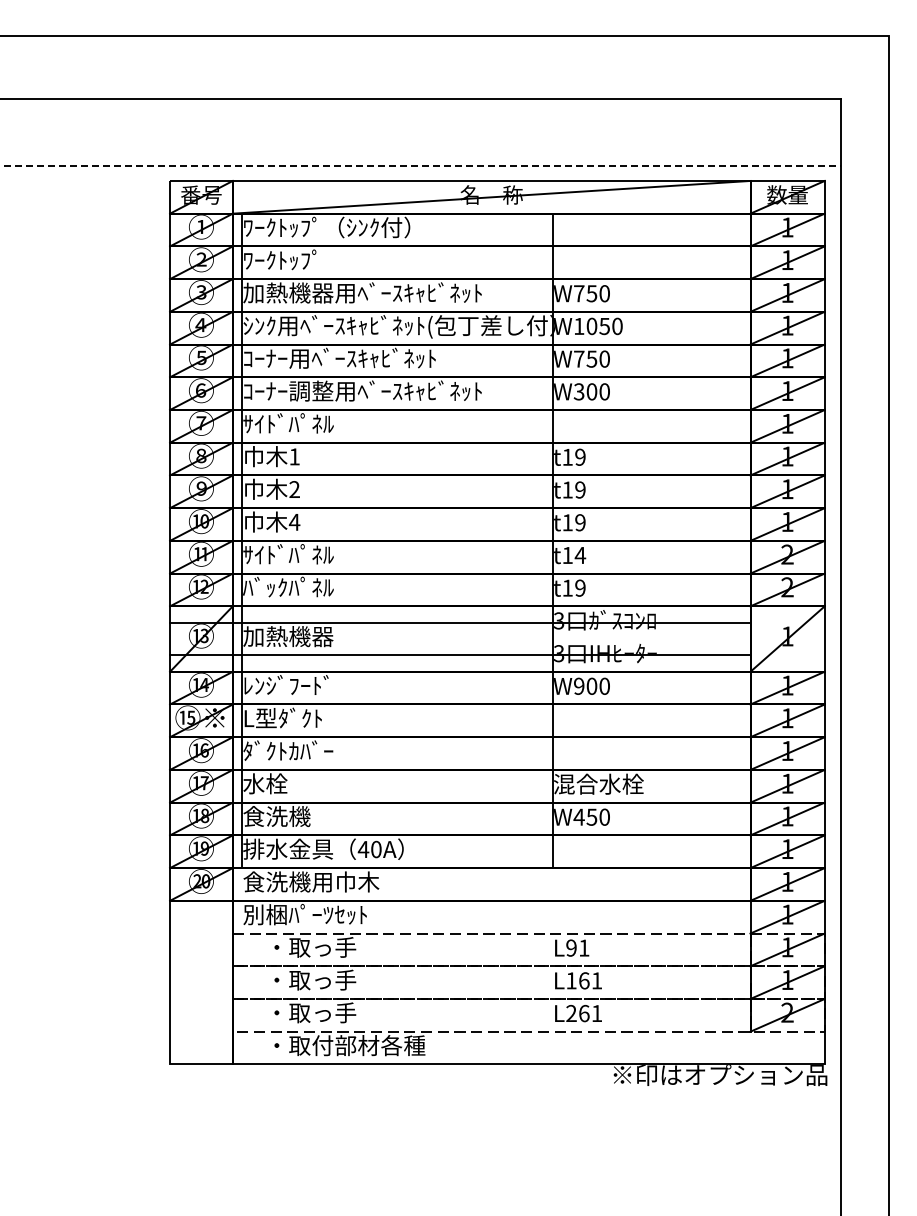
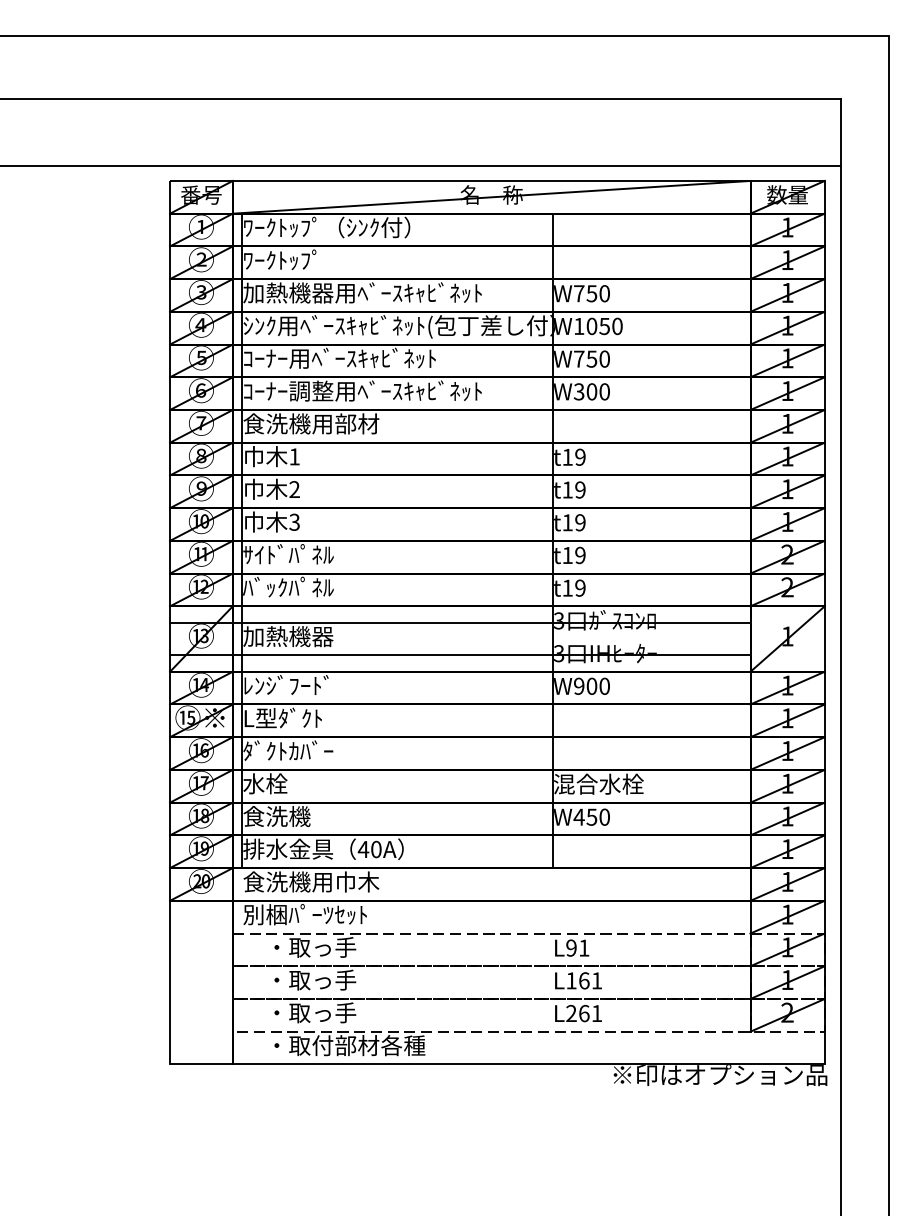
line at (421, 166): dashed -> solid
text at (311, 423): ｻｲﾄﾞﾊﾟﾈﾙ -> 食洗機用部材
text at (294, 521): 4 -> 3
text at (580, 555): t14 -> t19
